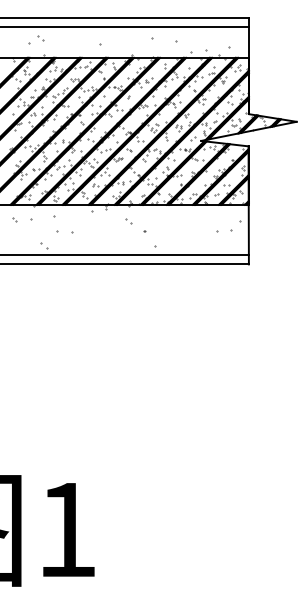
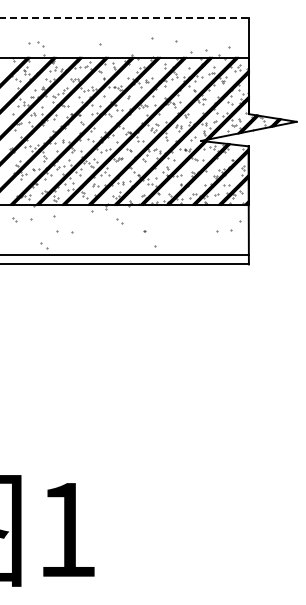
line at (124, 18): solid -> dashed
line at (125, 27): present -> none
part at (40, 38) position: (40, 38) -> (40, 44)
part at (128, 221) position: (128, 221) -> (119, 221)
